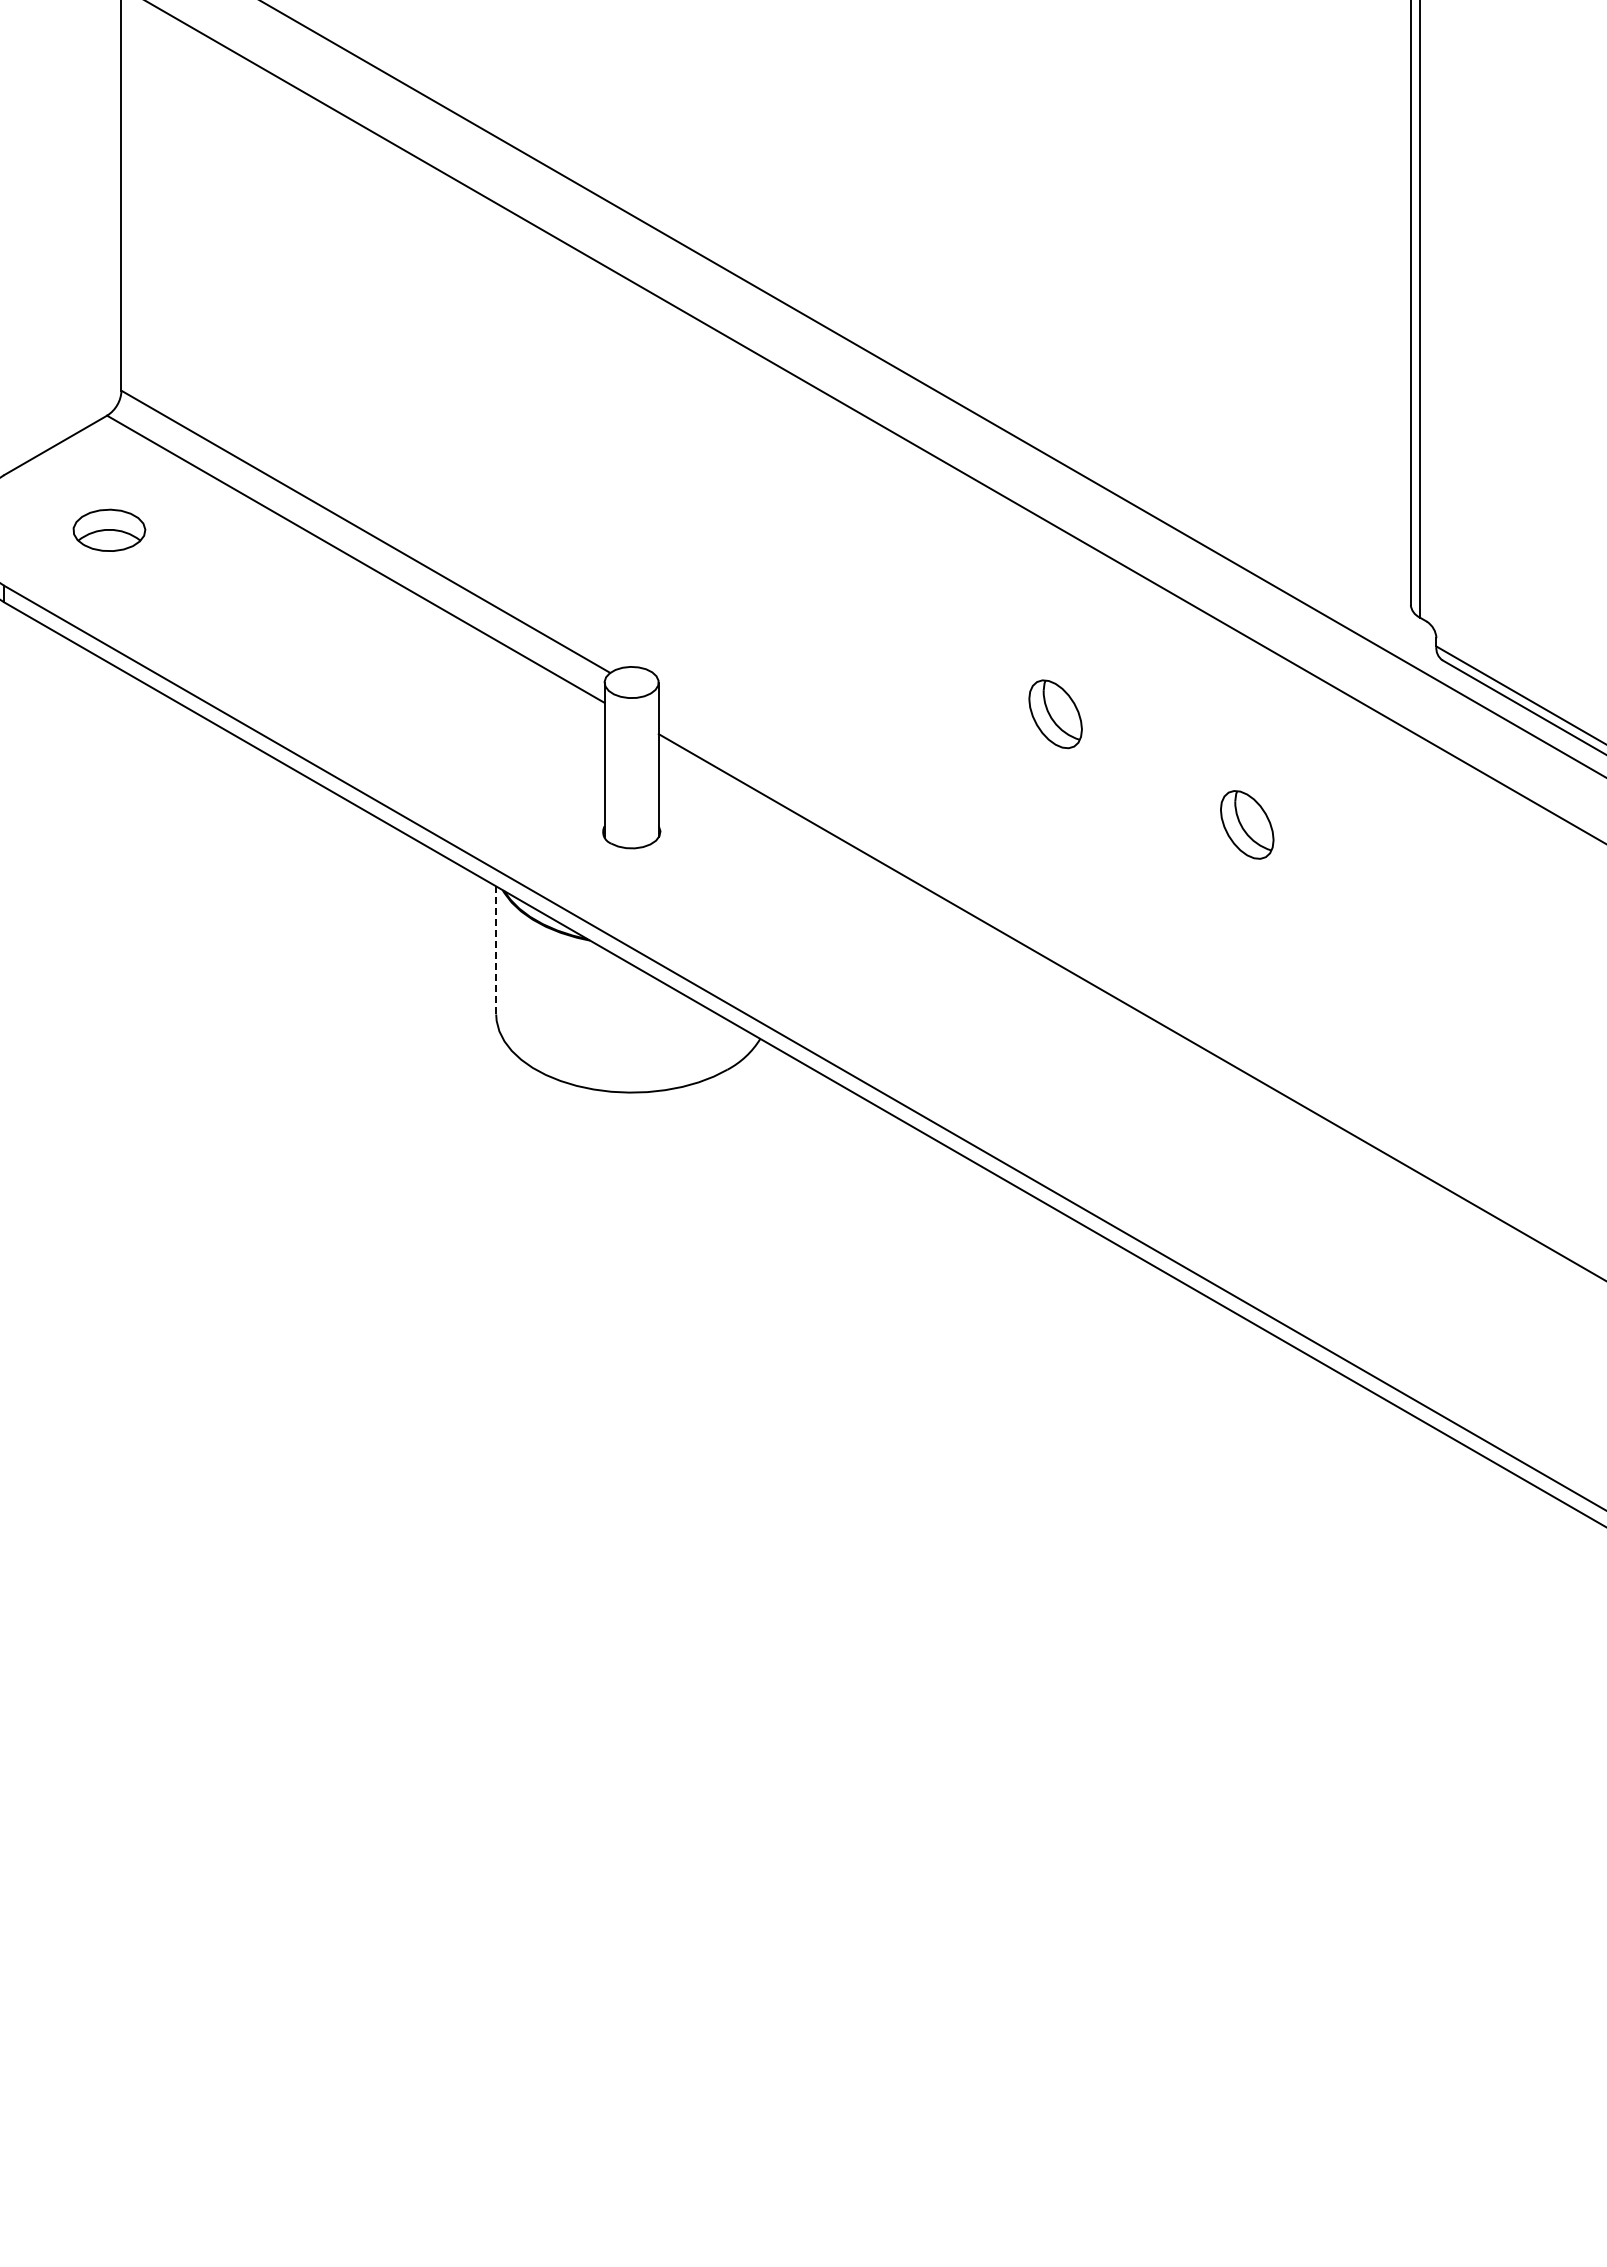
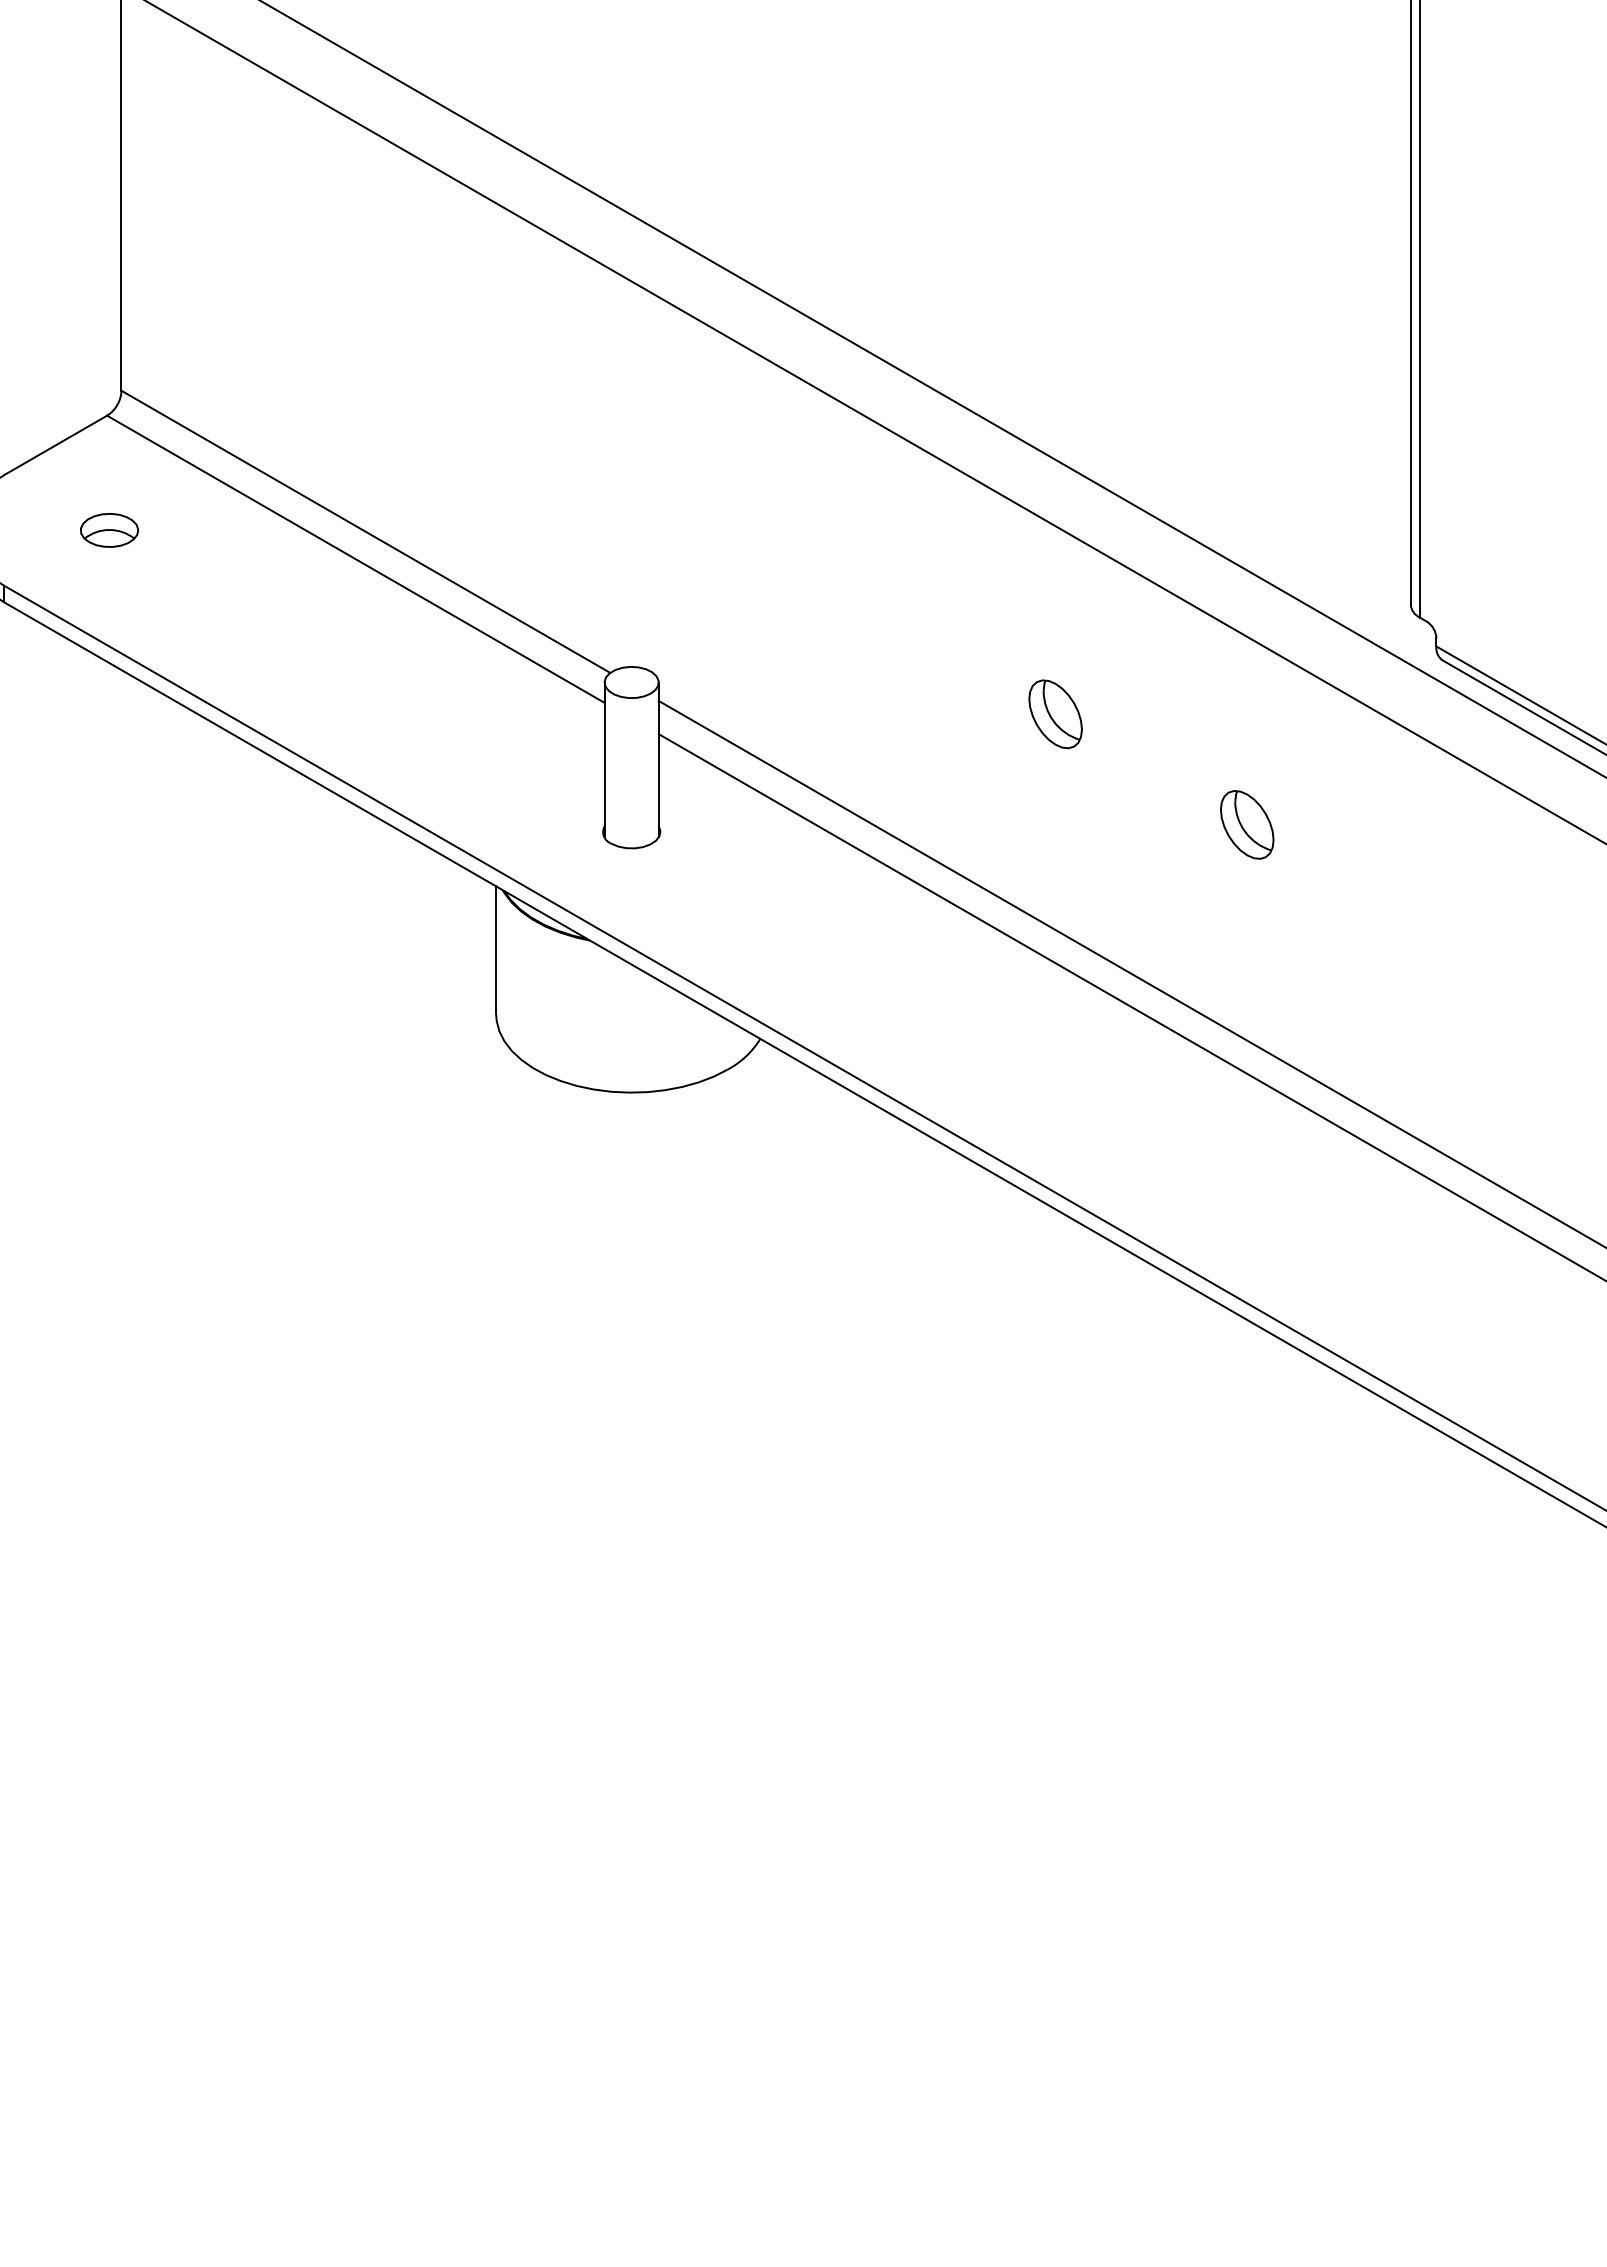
part at (109, 529) size: 75x44 px -> 60x35 px
line at (496, 950): dashed -> solid
line at (1130, 973): none -> present
